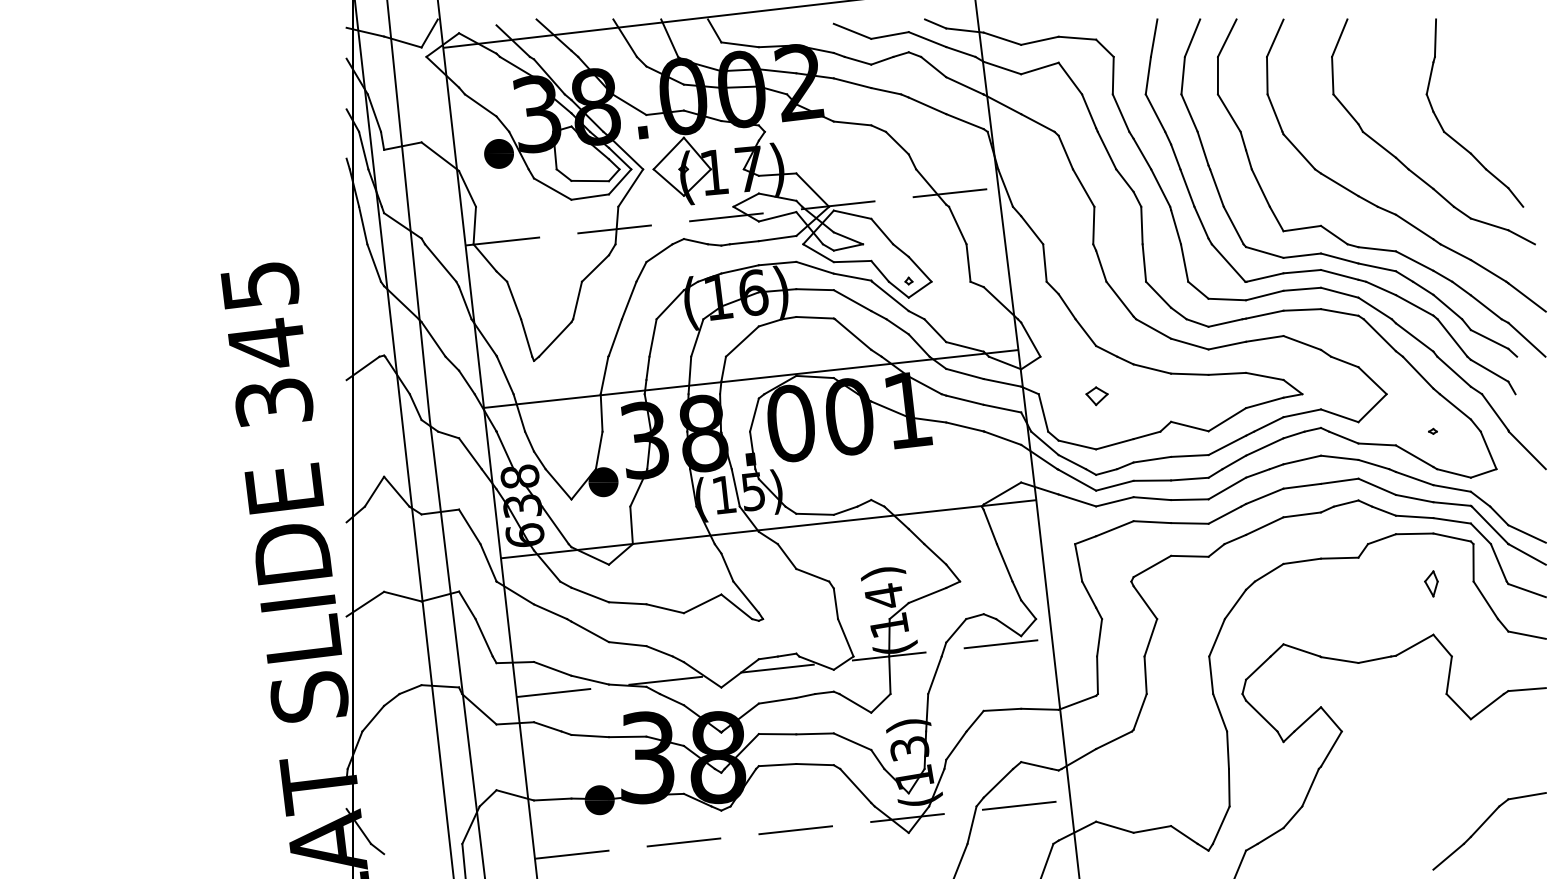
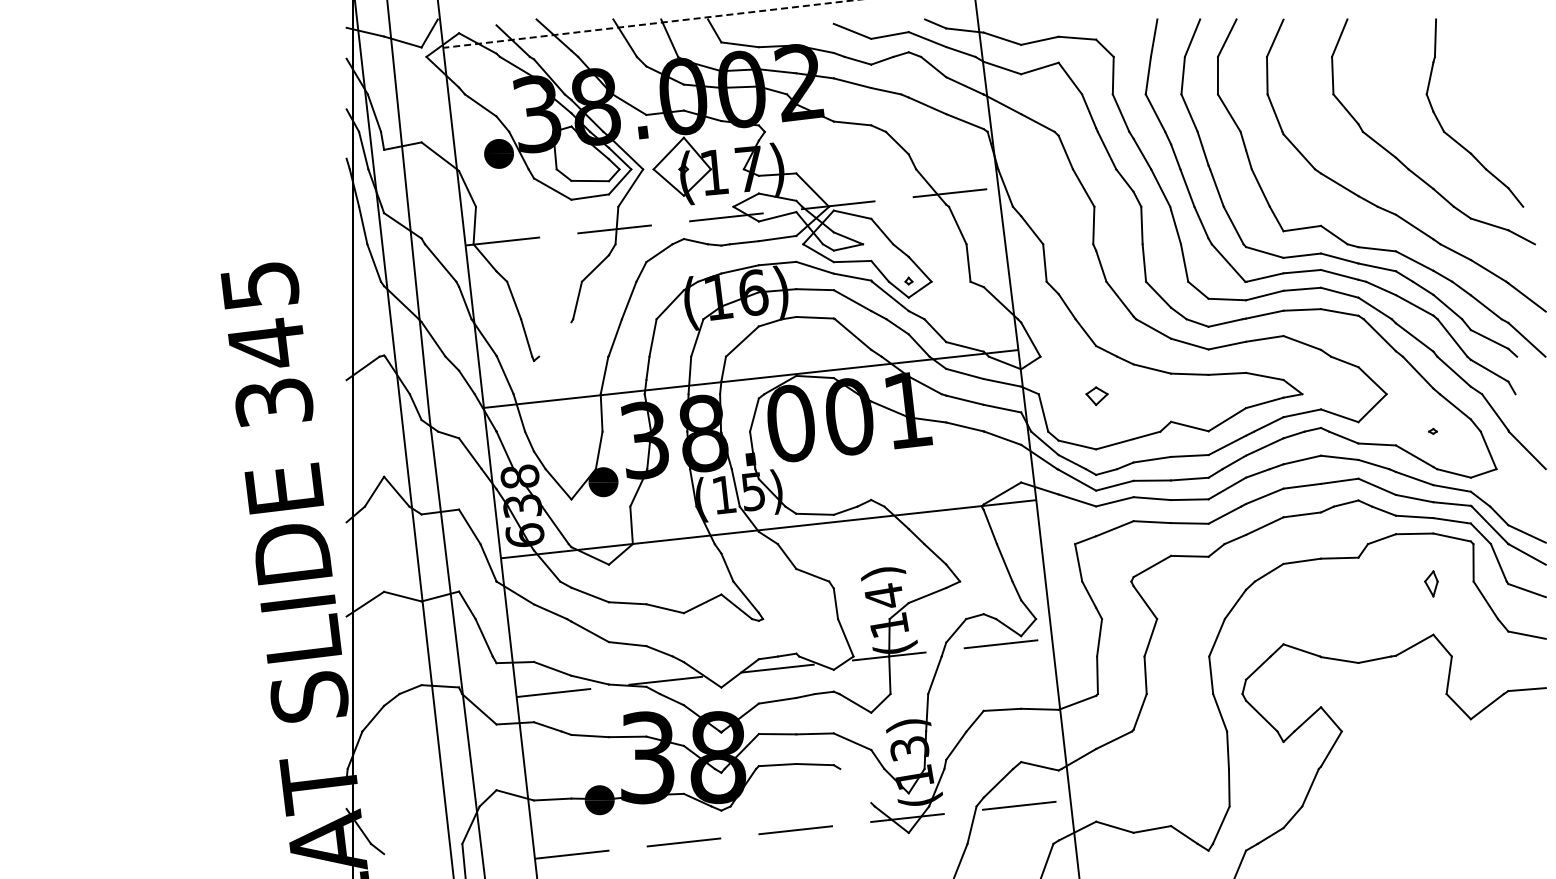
line at (649, 24): solid -> dashed
line at (555, 339): present -> none
line at (855, 785): present -> none
part at (1481, 827): present -> none
